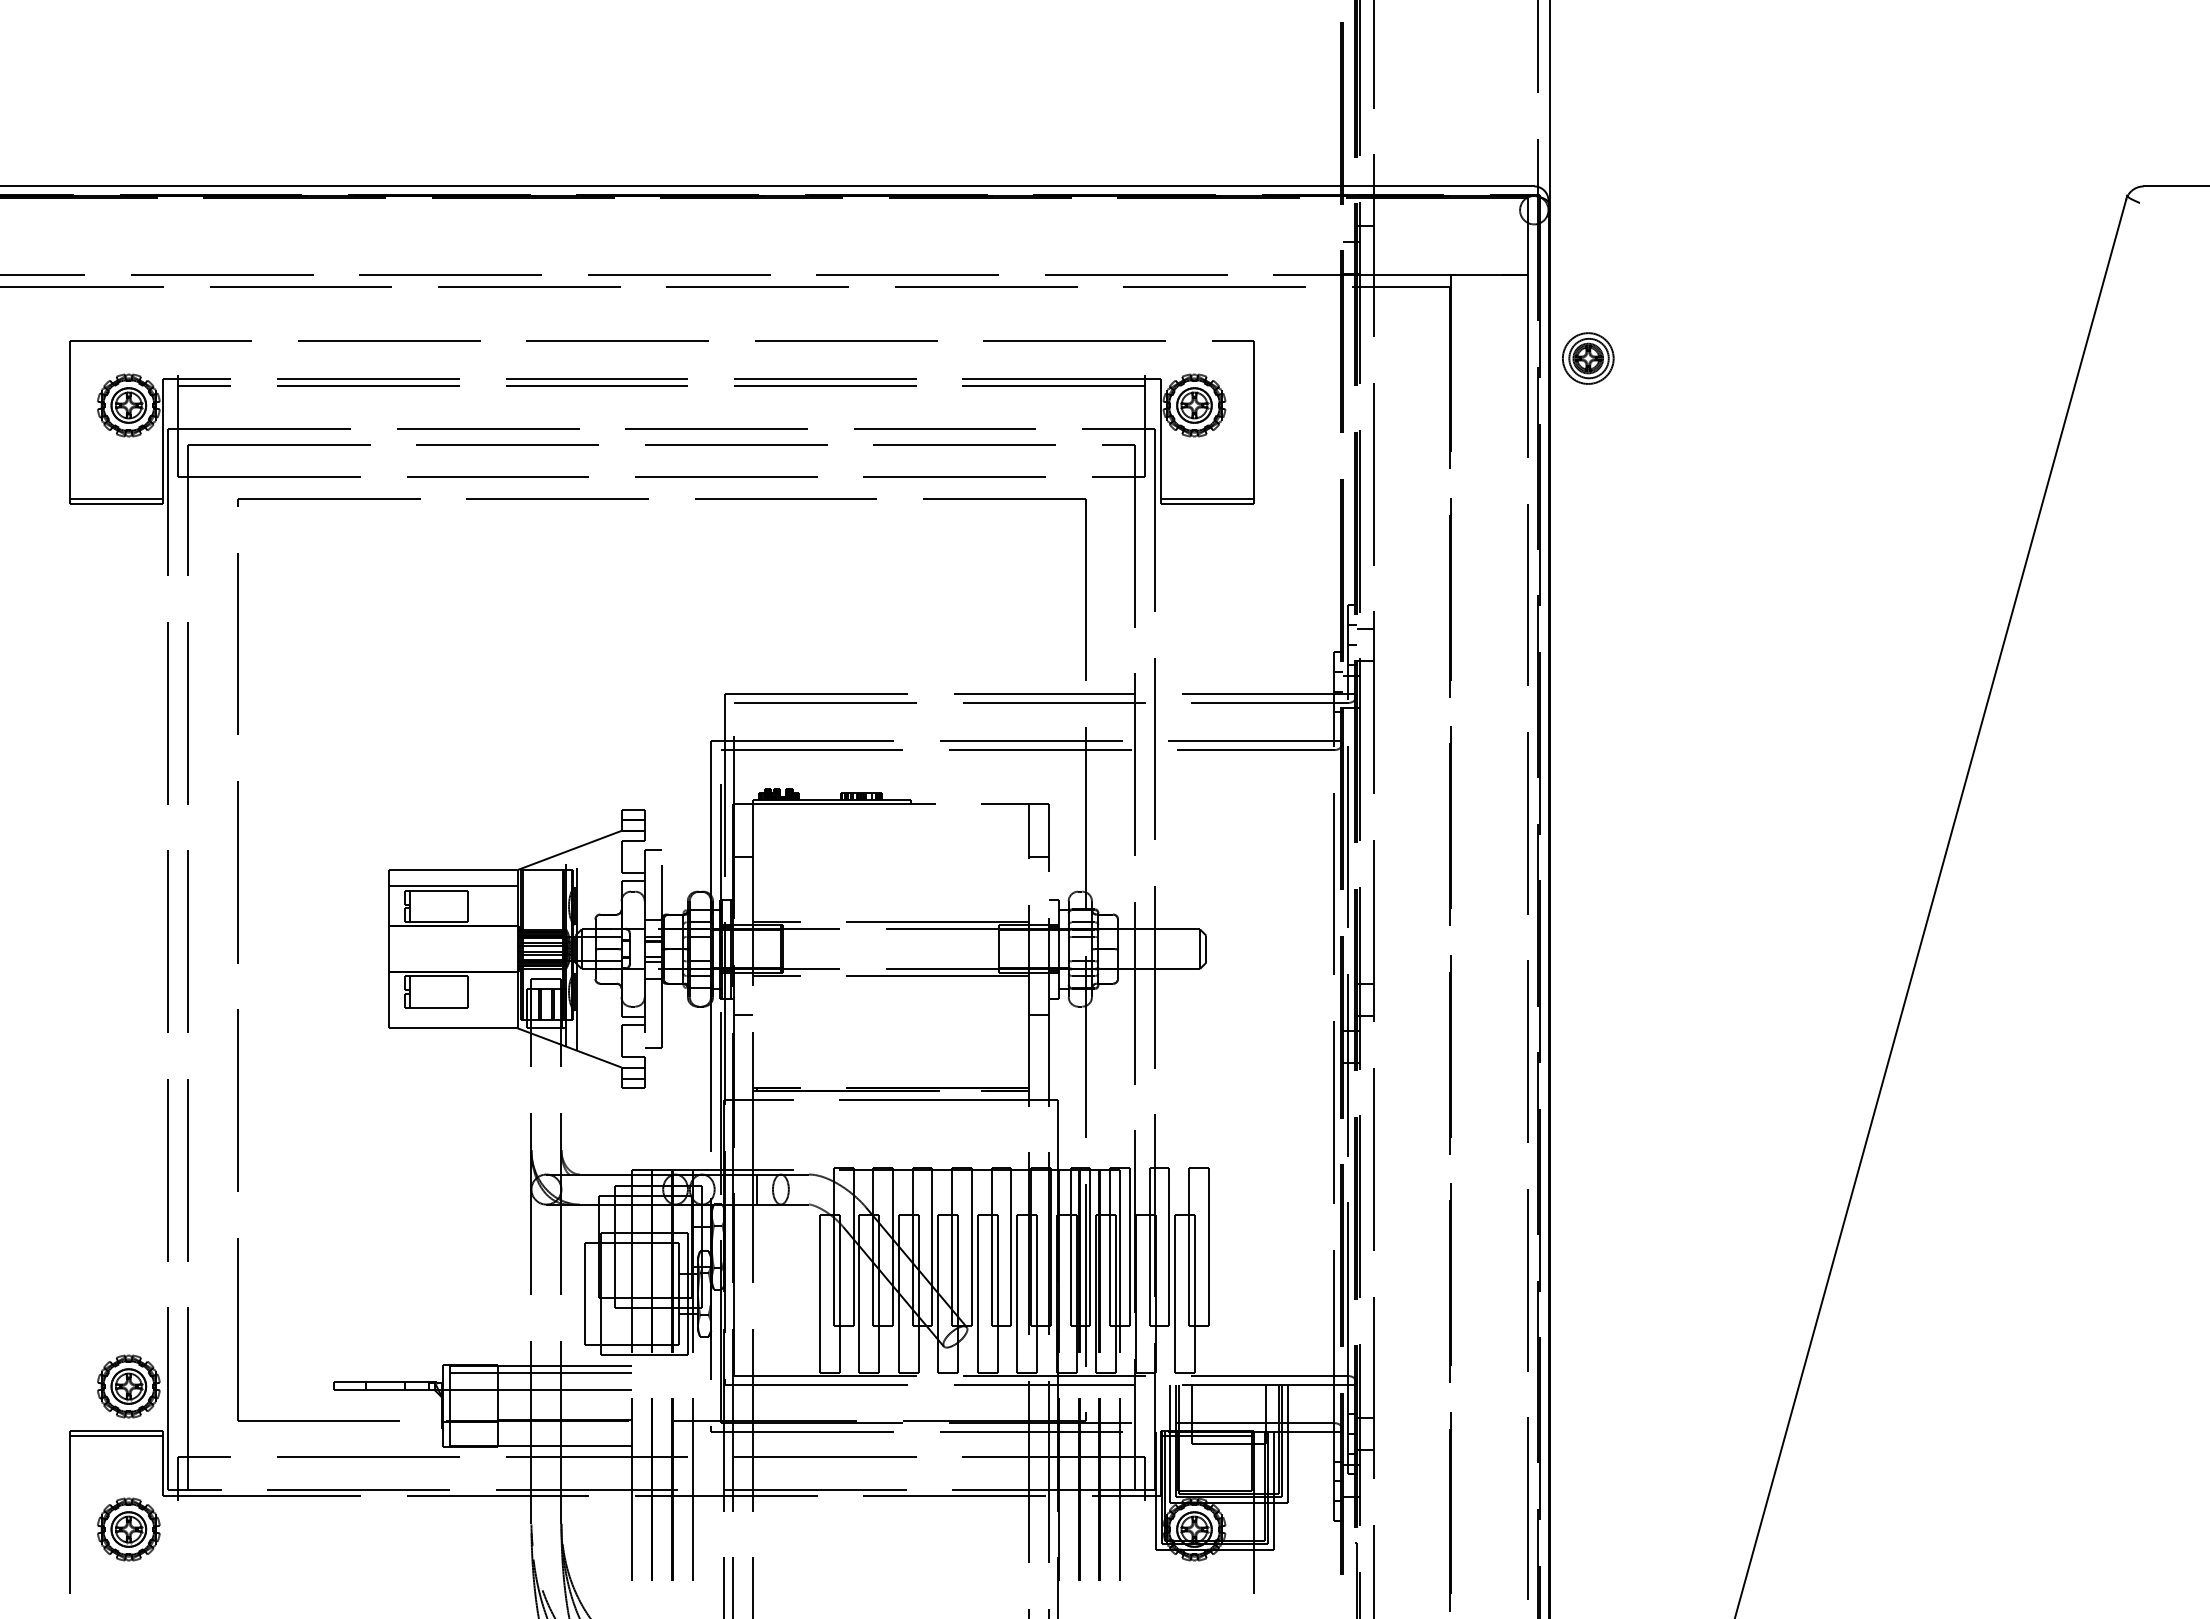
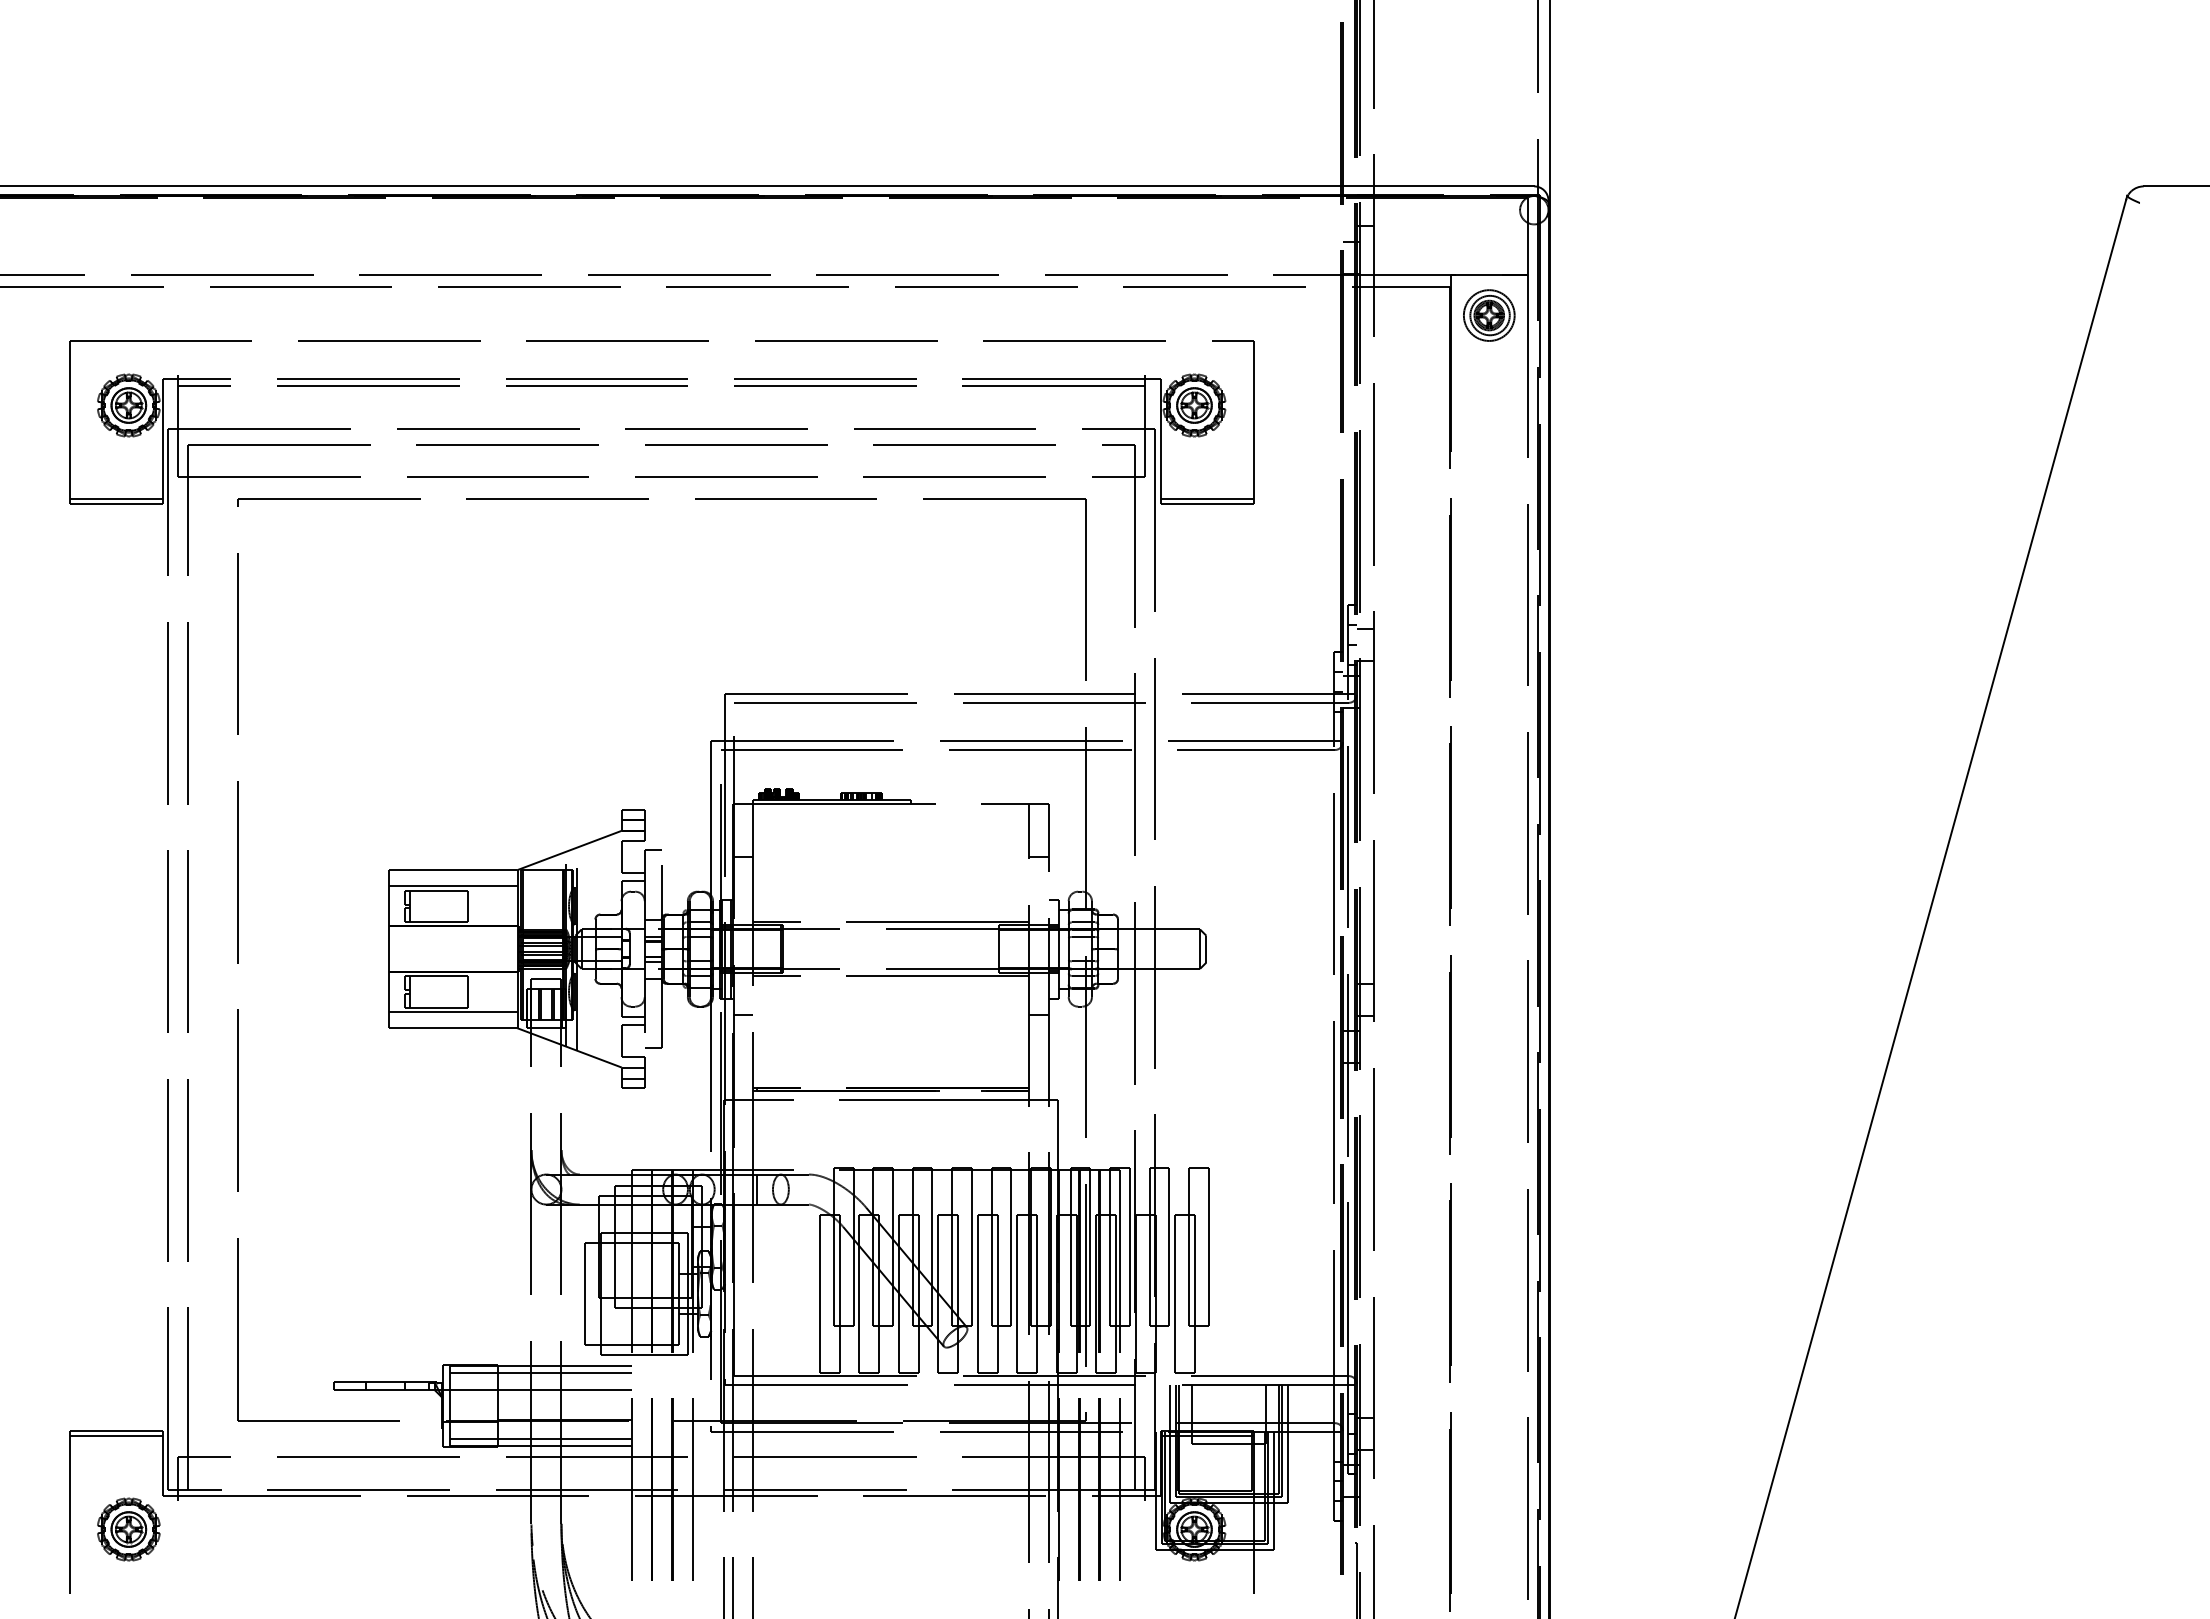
part at (1588, 358) position: (1588, 358) -> (1489, 315)
line at (453, 1011): none -> present
part at (128, 1386): present -> none
line at (540, 1439): none -> present
